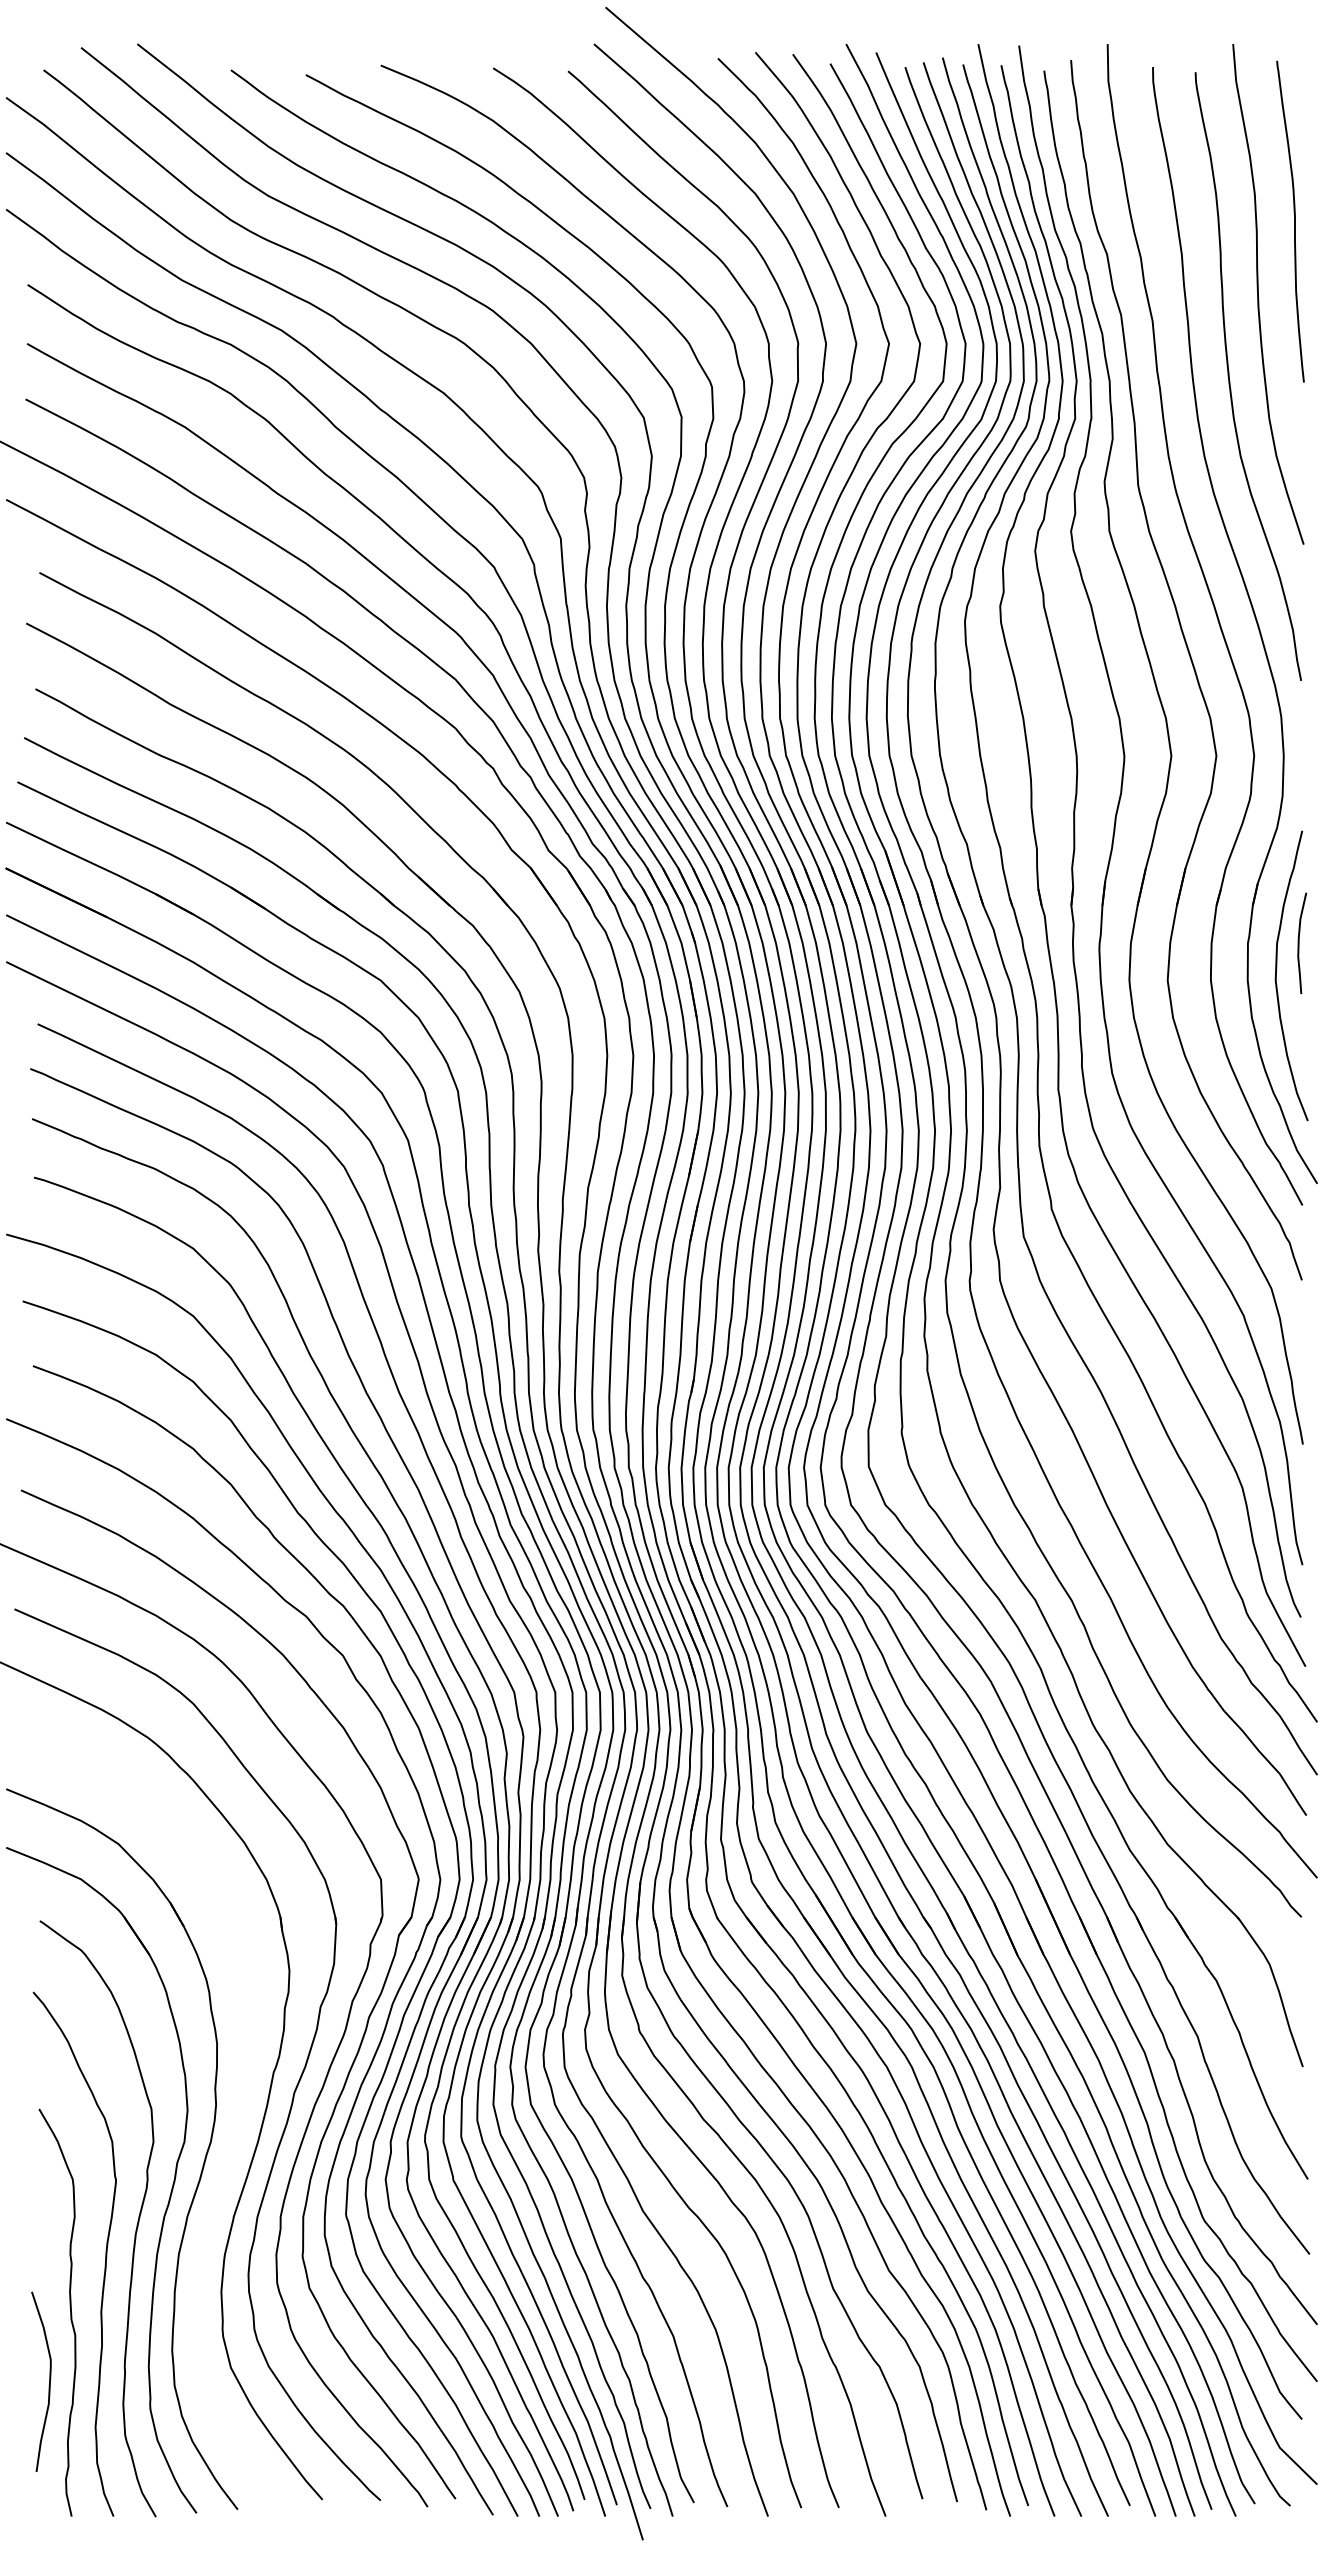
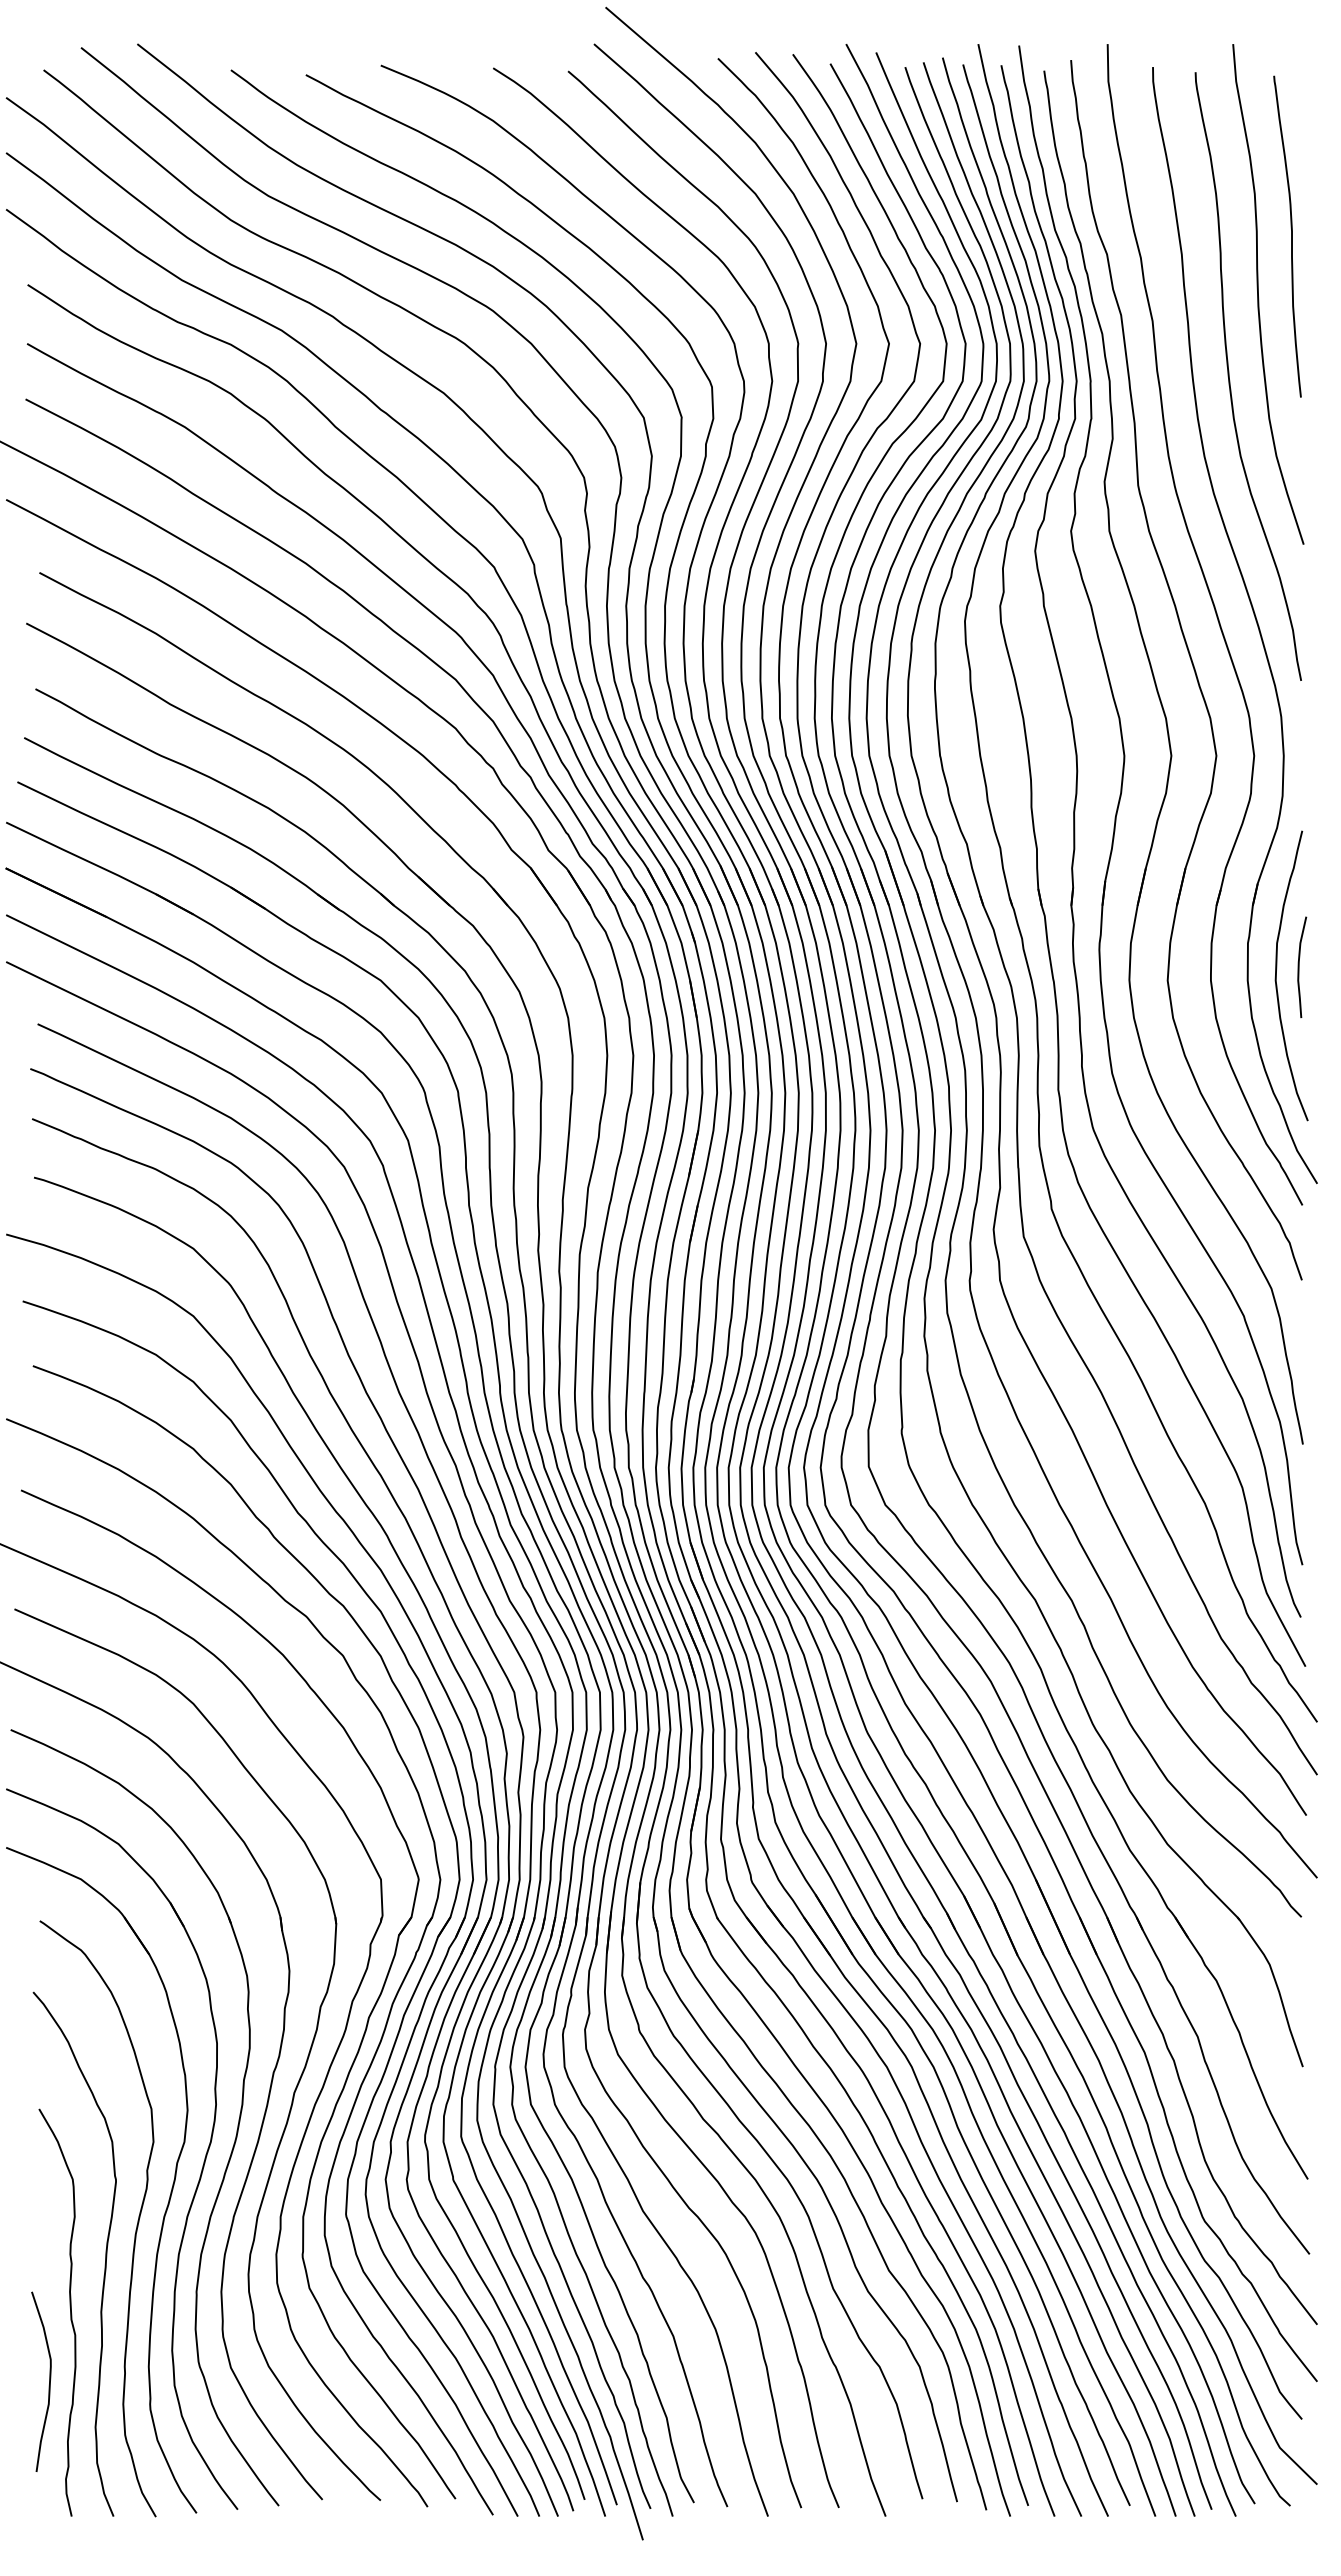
curve at (1294, 221) position: (1294, 221) -> (1291, 236)
curve at (1299, 942) position: (1299, 942) -> (1299, 966)
part at (234, 2139): none -> present
